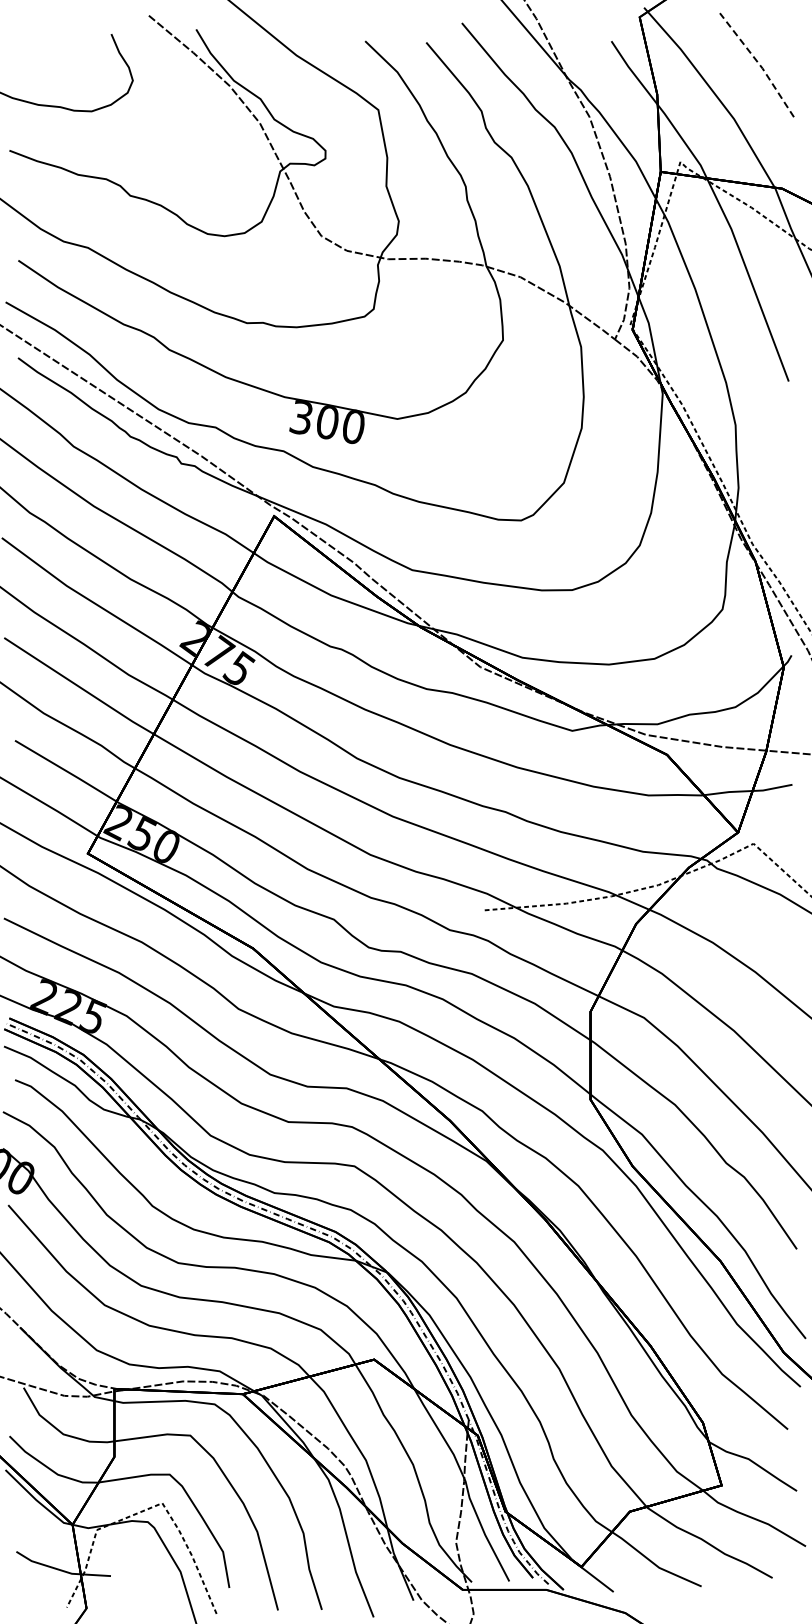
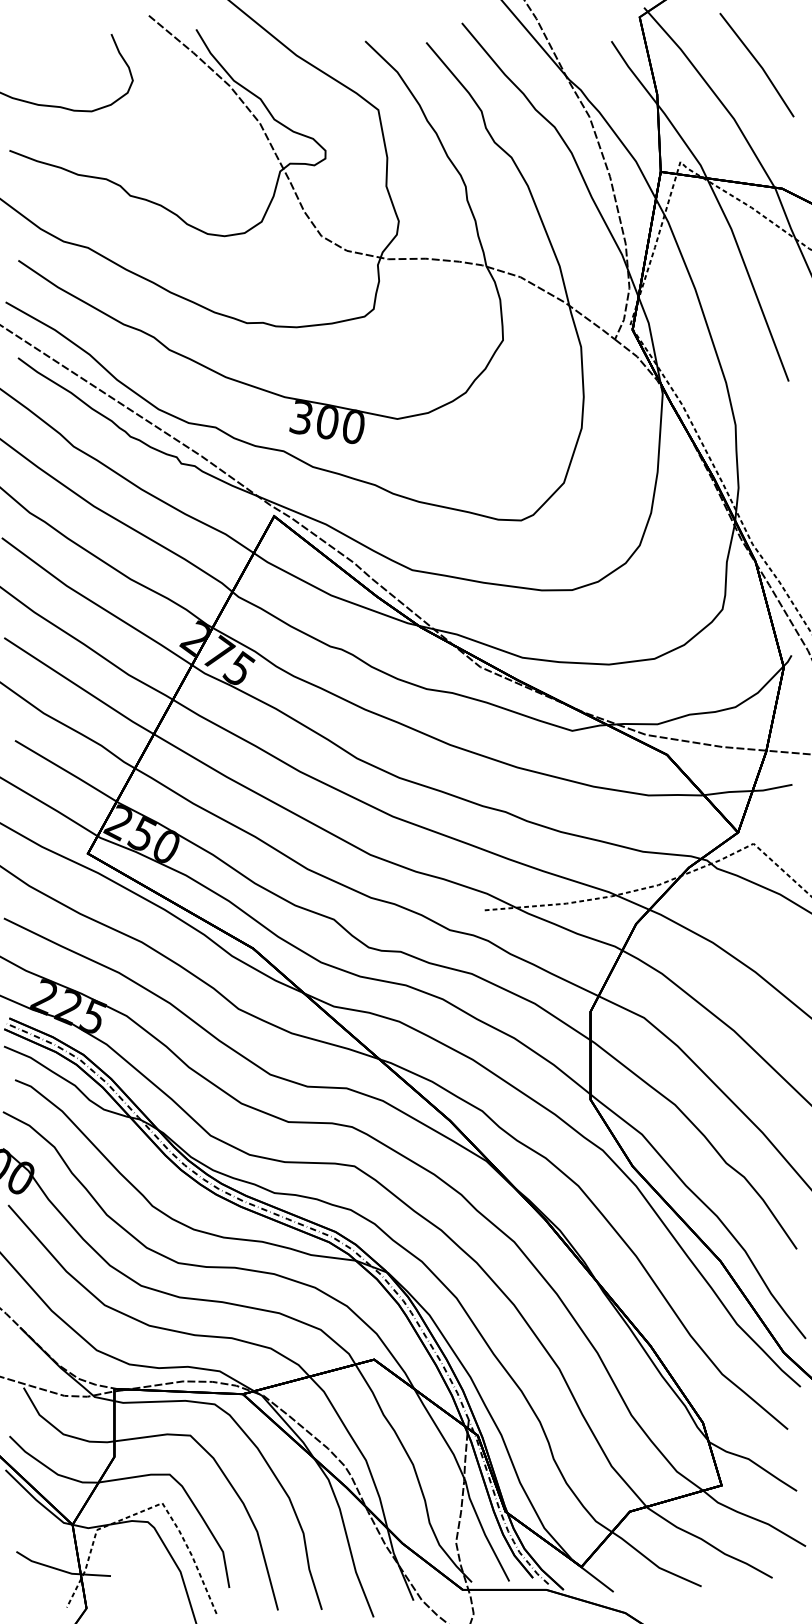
line at (759, 64): dashed -> solid
